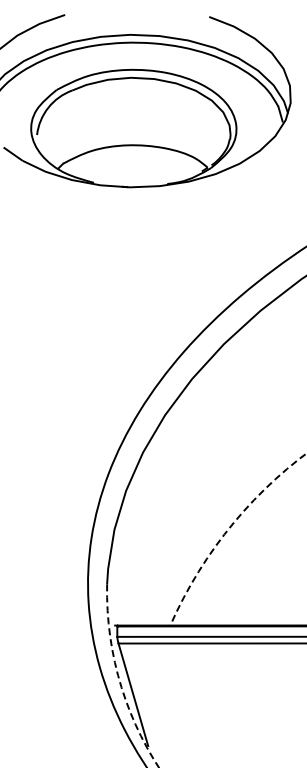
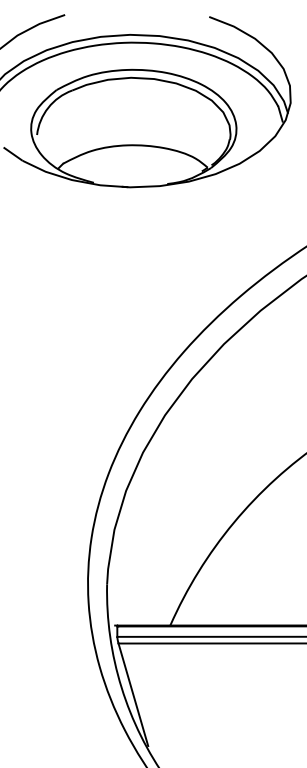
arc at (227, 530): dashed -> solid
arc at (119, 680): dashed -> solid
